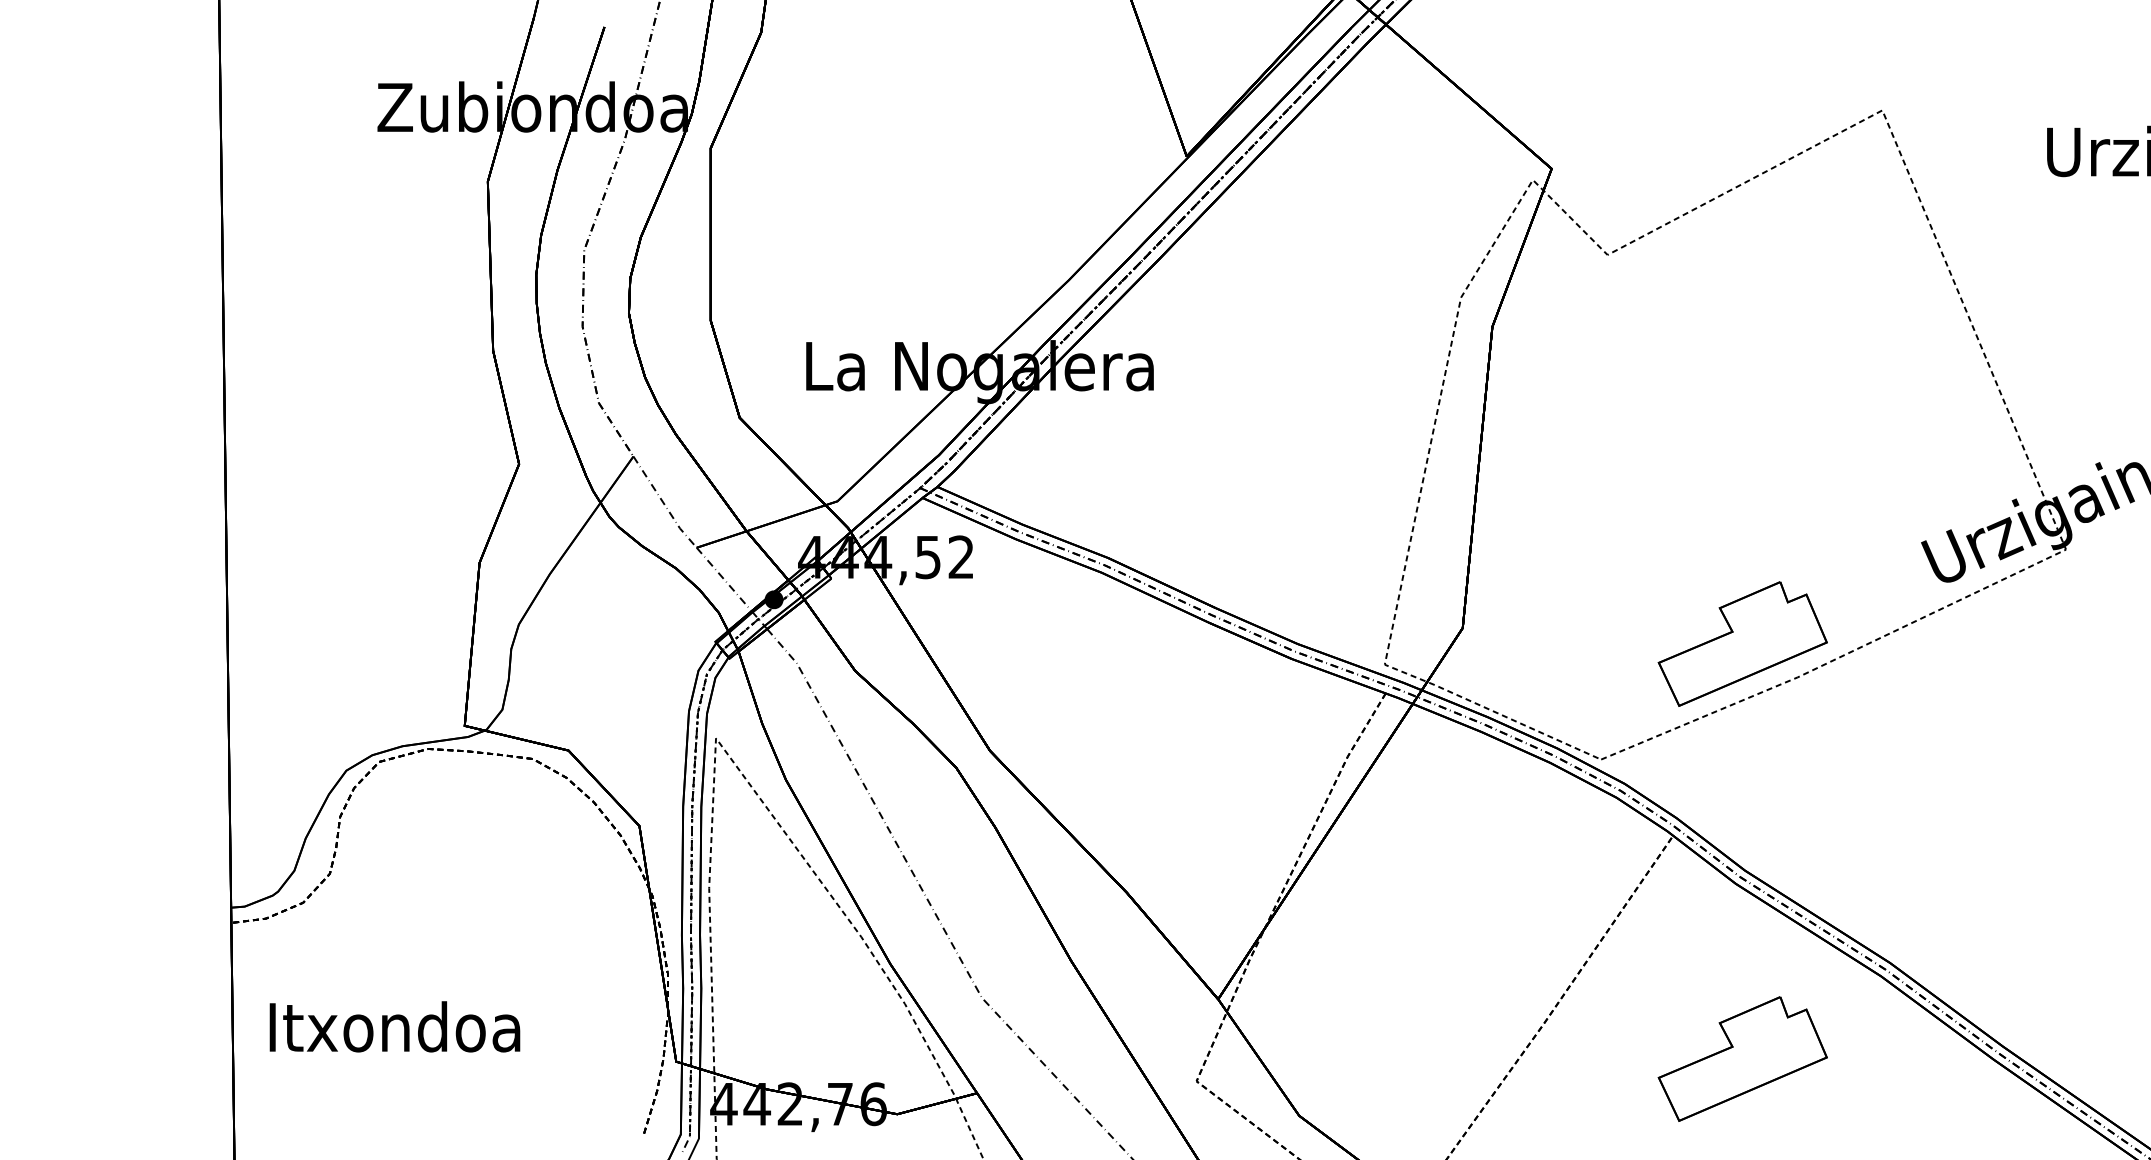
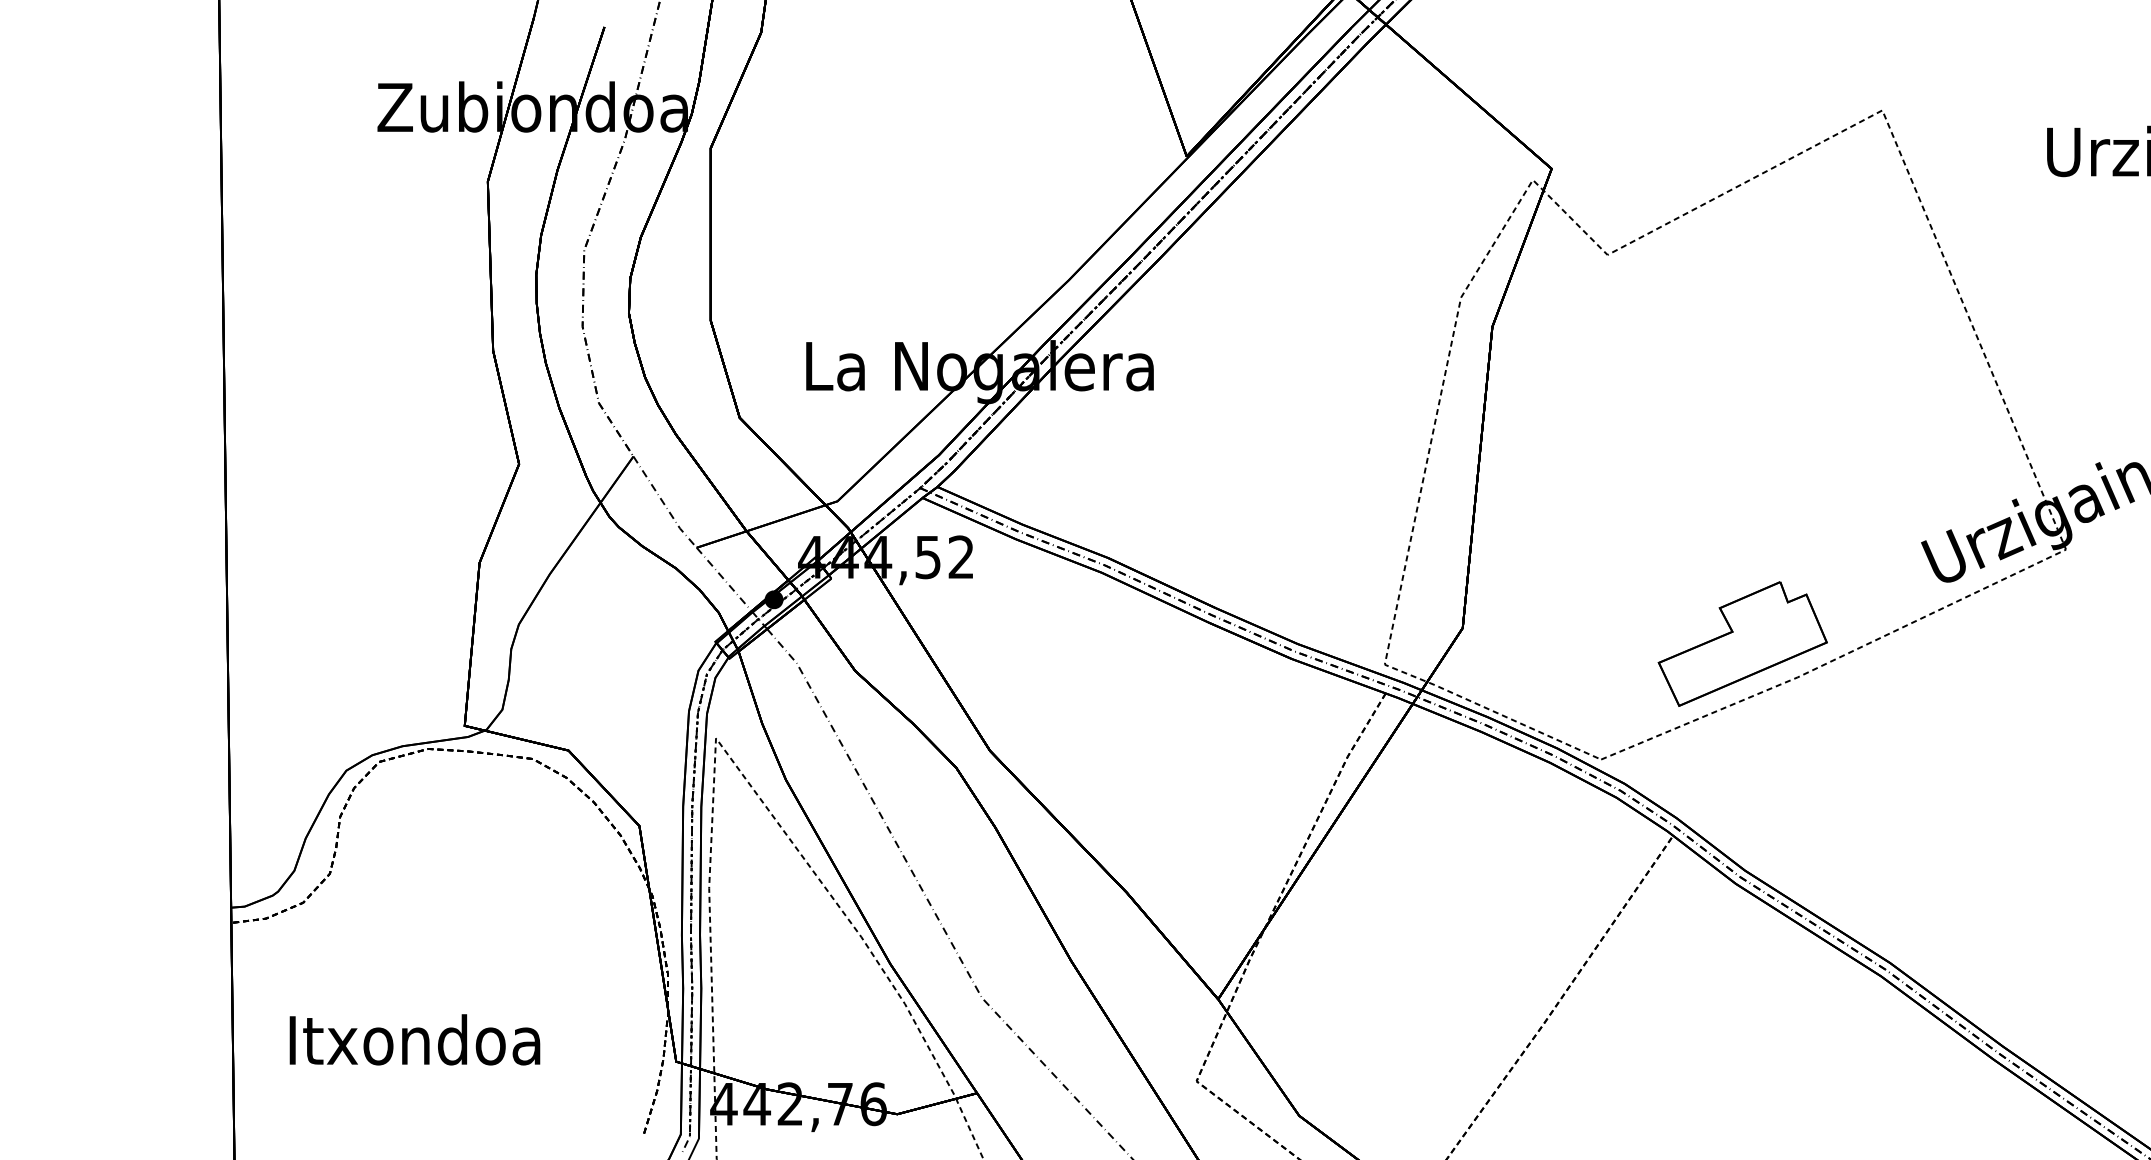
text at (394, 1026) position: (394, 1026) -> (414, 1039)
part at (1742, 1058): present -> none
